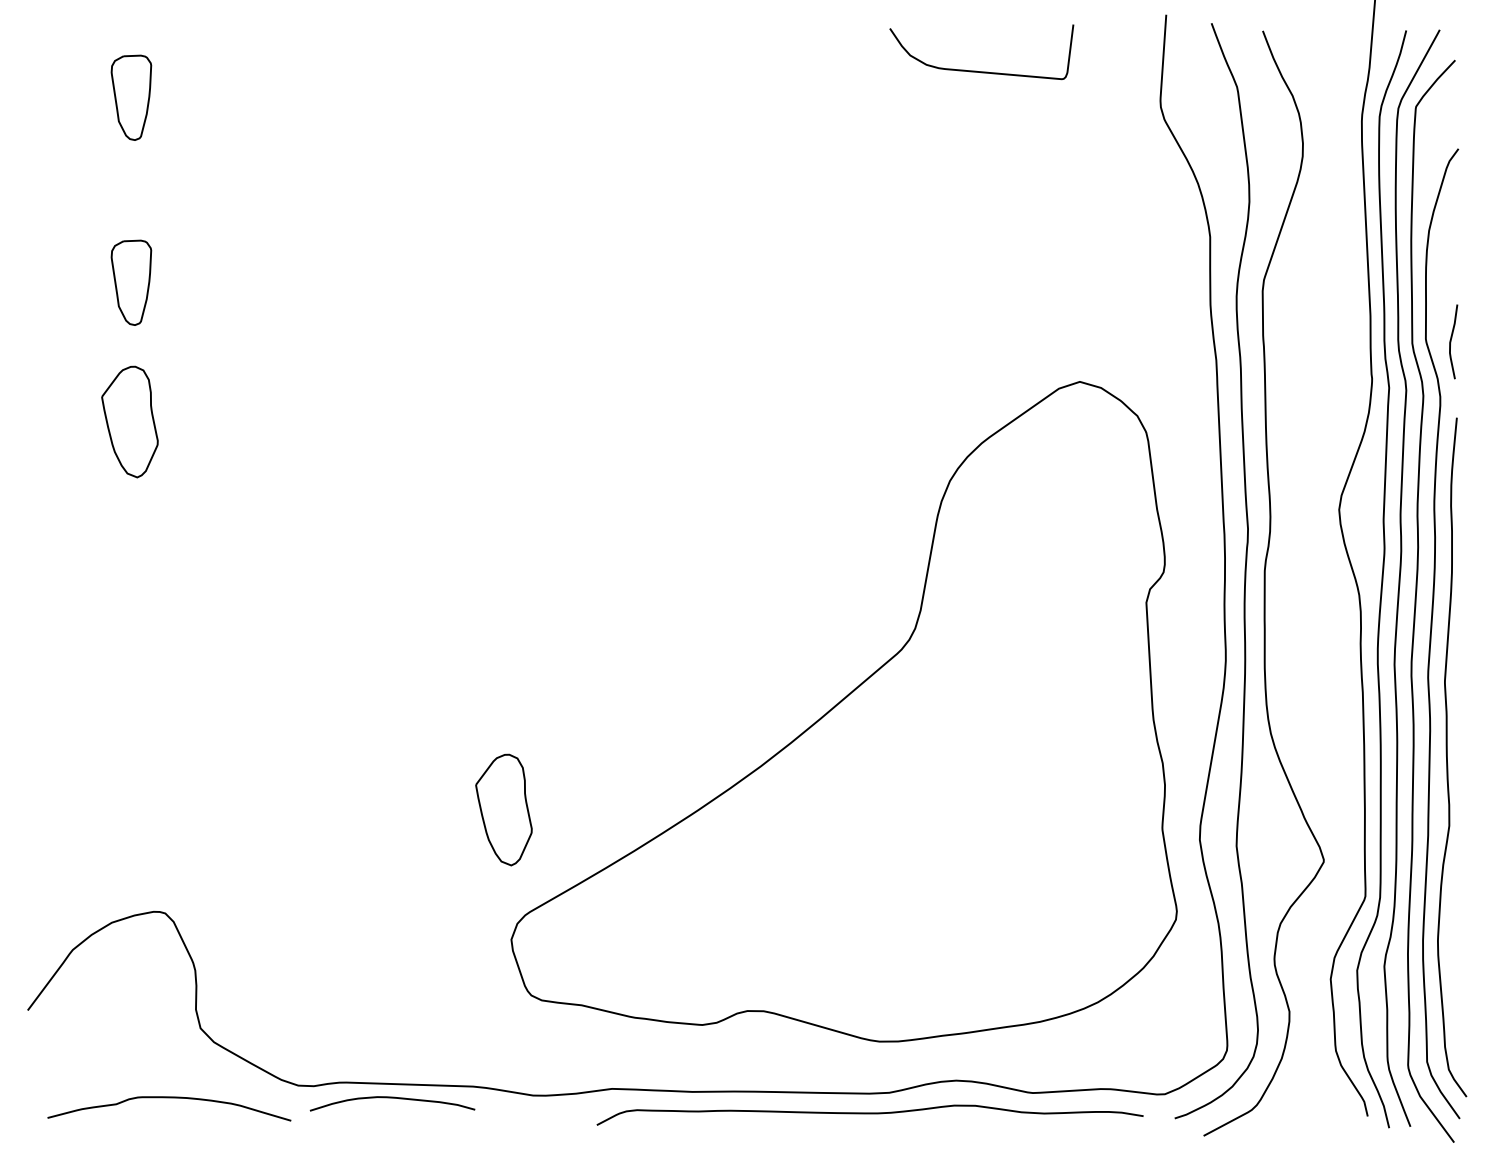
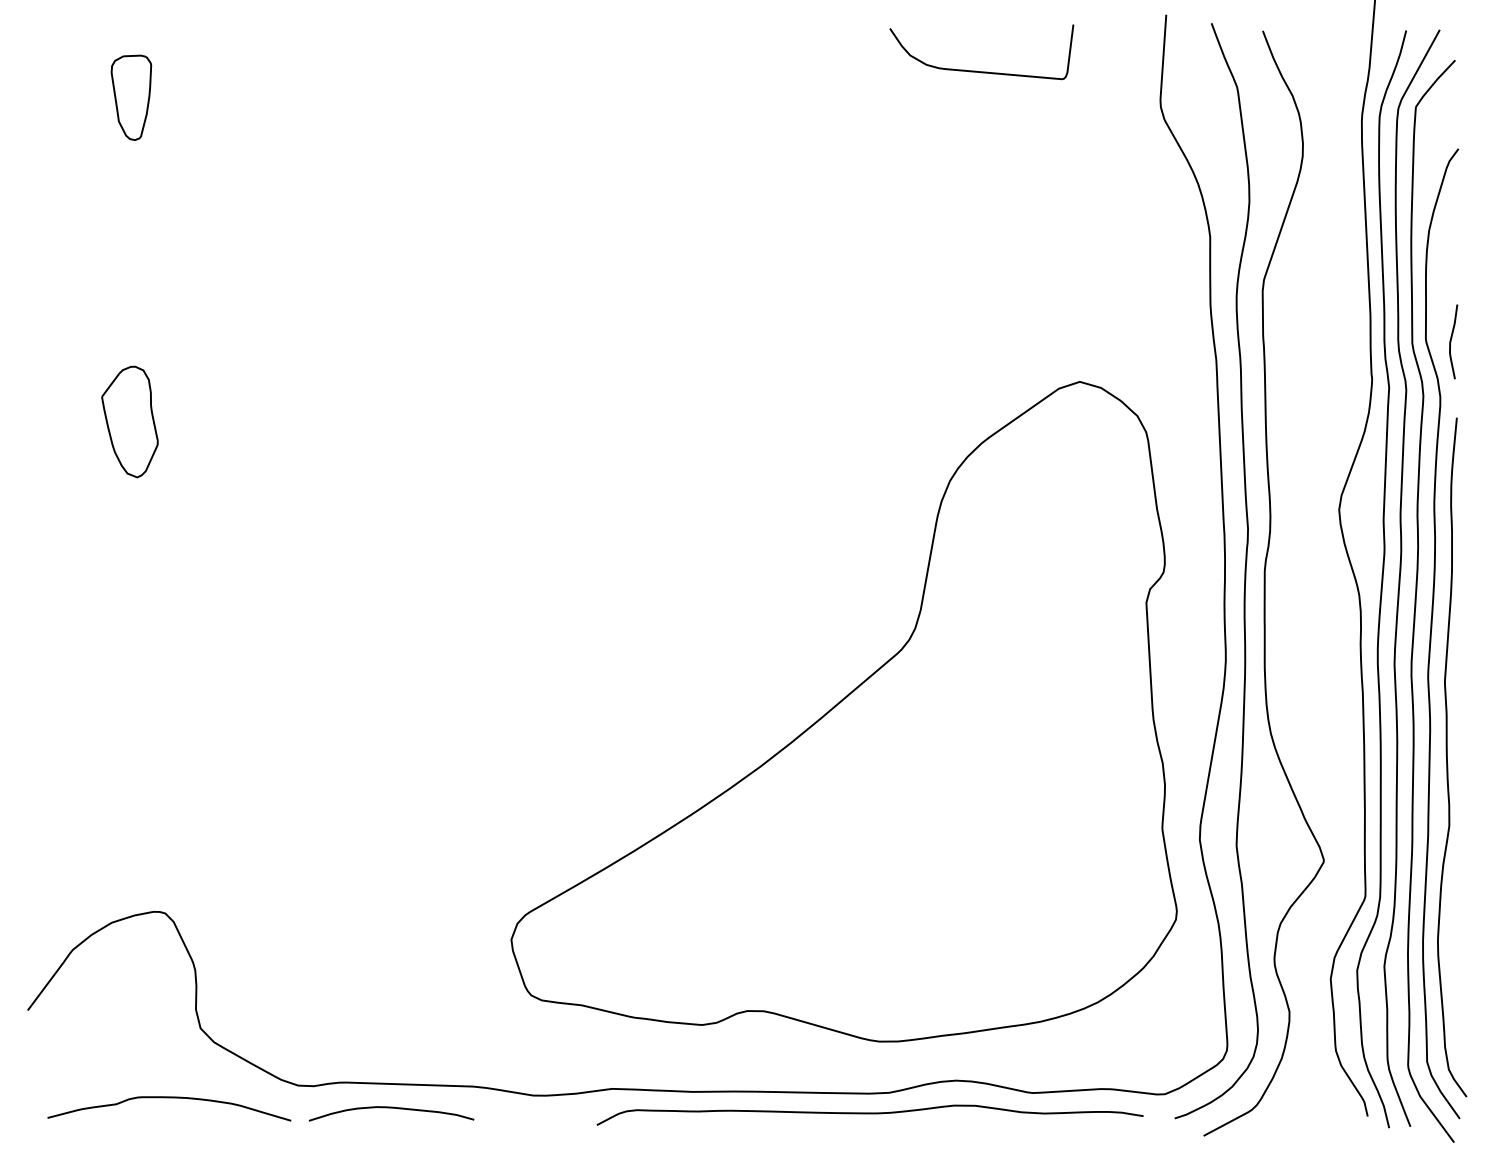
part at (131, 282): present -> none
part at (503, 809): present -> none
curve at (392, 1098) position: (392, 1098) -> (391, 1108)
